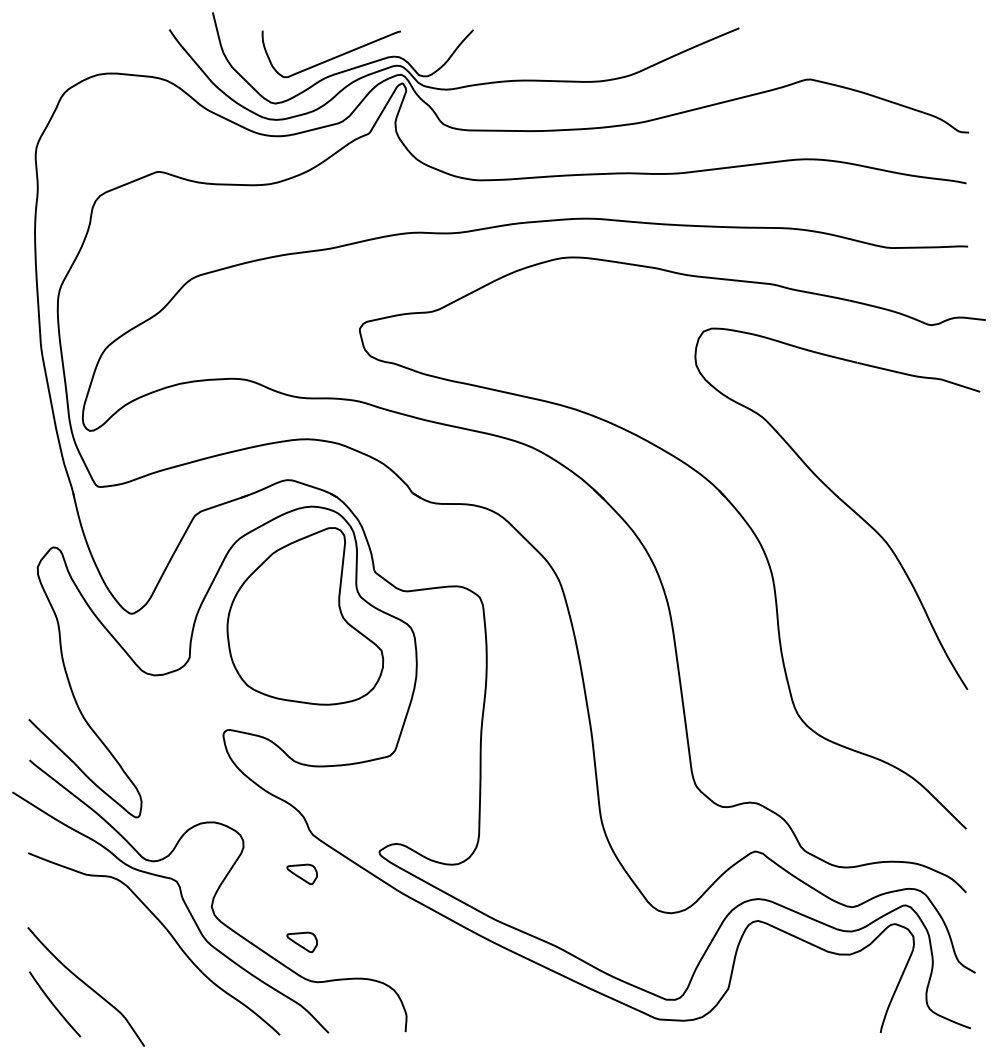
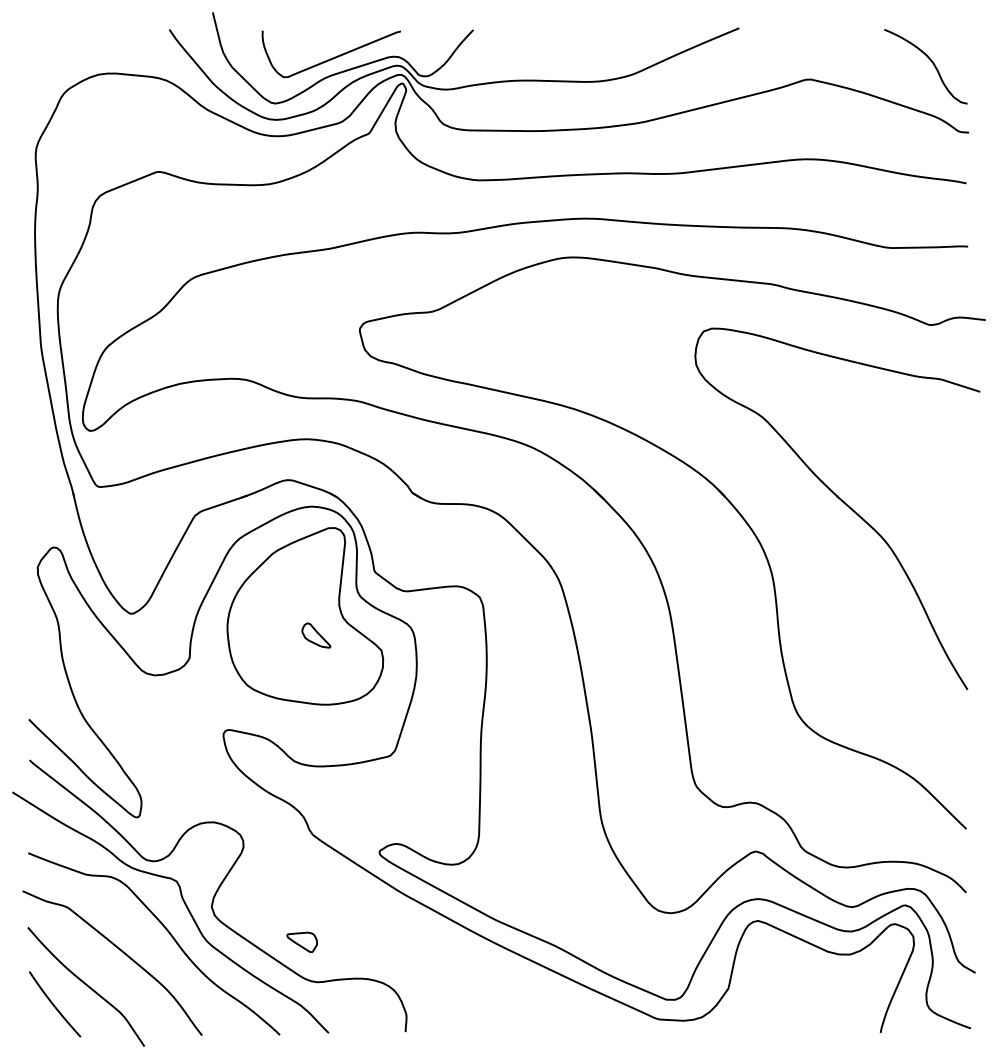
curve at (930, 61): none -> present
part at (316, 635): none -> present
part at (301, 873): present -> none
curve at (120, 951): none -> present
